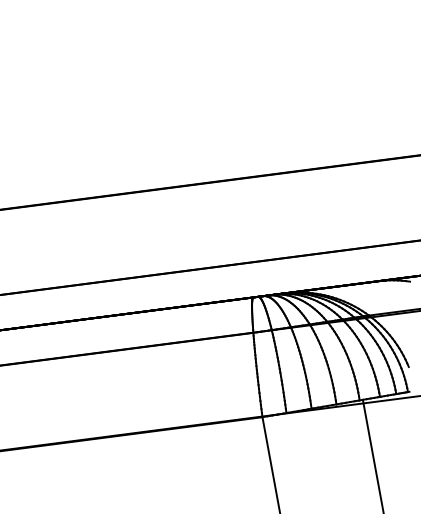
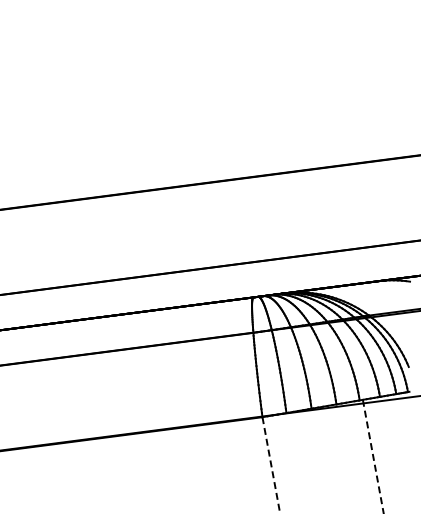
line at (373, 457): solid -> dashed
line at (271, 466): solid -> dashed
